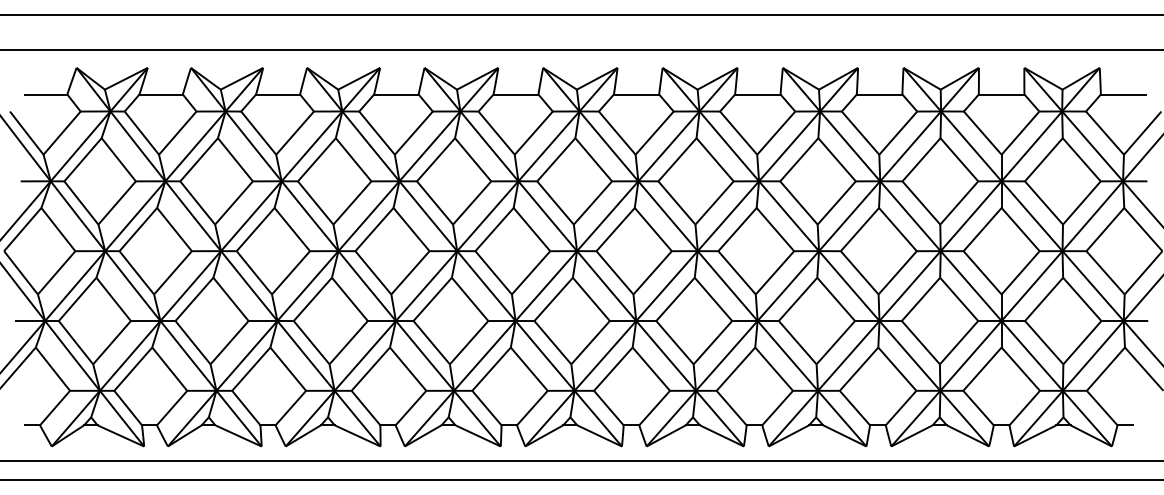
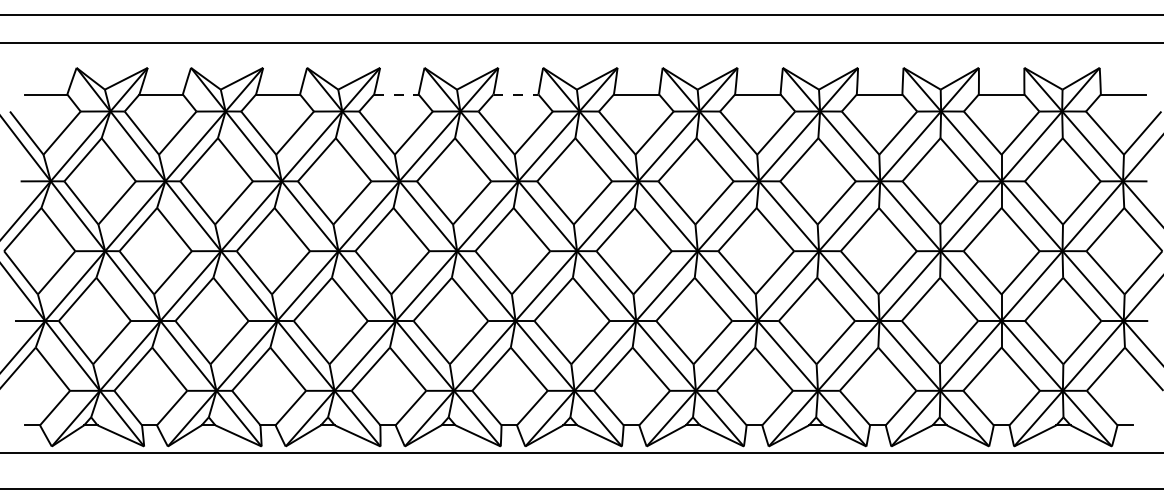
line at (581, 50) position: (581, 50) -> (581, 43)
line at (396, 94): solid -> dashed
line at (516, 94): solid -> dashed
line at (581, 460) position: (581, 460) -> (581, 452)
line at (581, 480) position: (581, 480) -> (581, 489)
